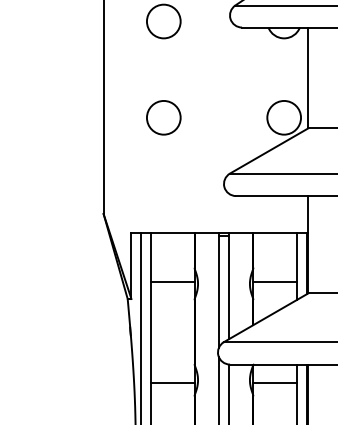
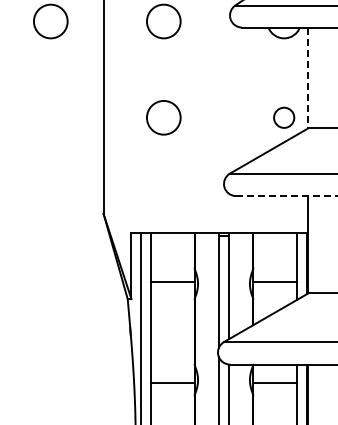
circle at (50, 21): none -> present
line at (308, 78): solid -> dashed
circle at (284, 117) diameter: 34 px -> 20 px
line at (287, 196): solid -> dashed
